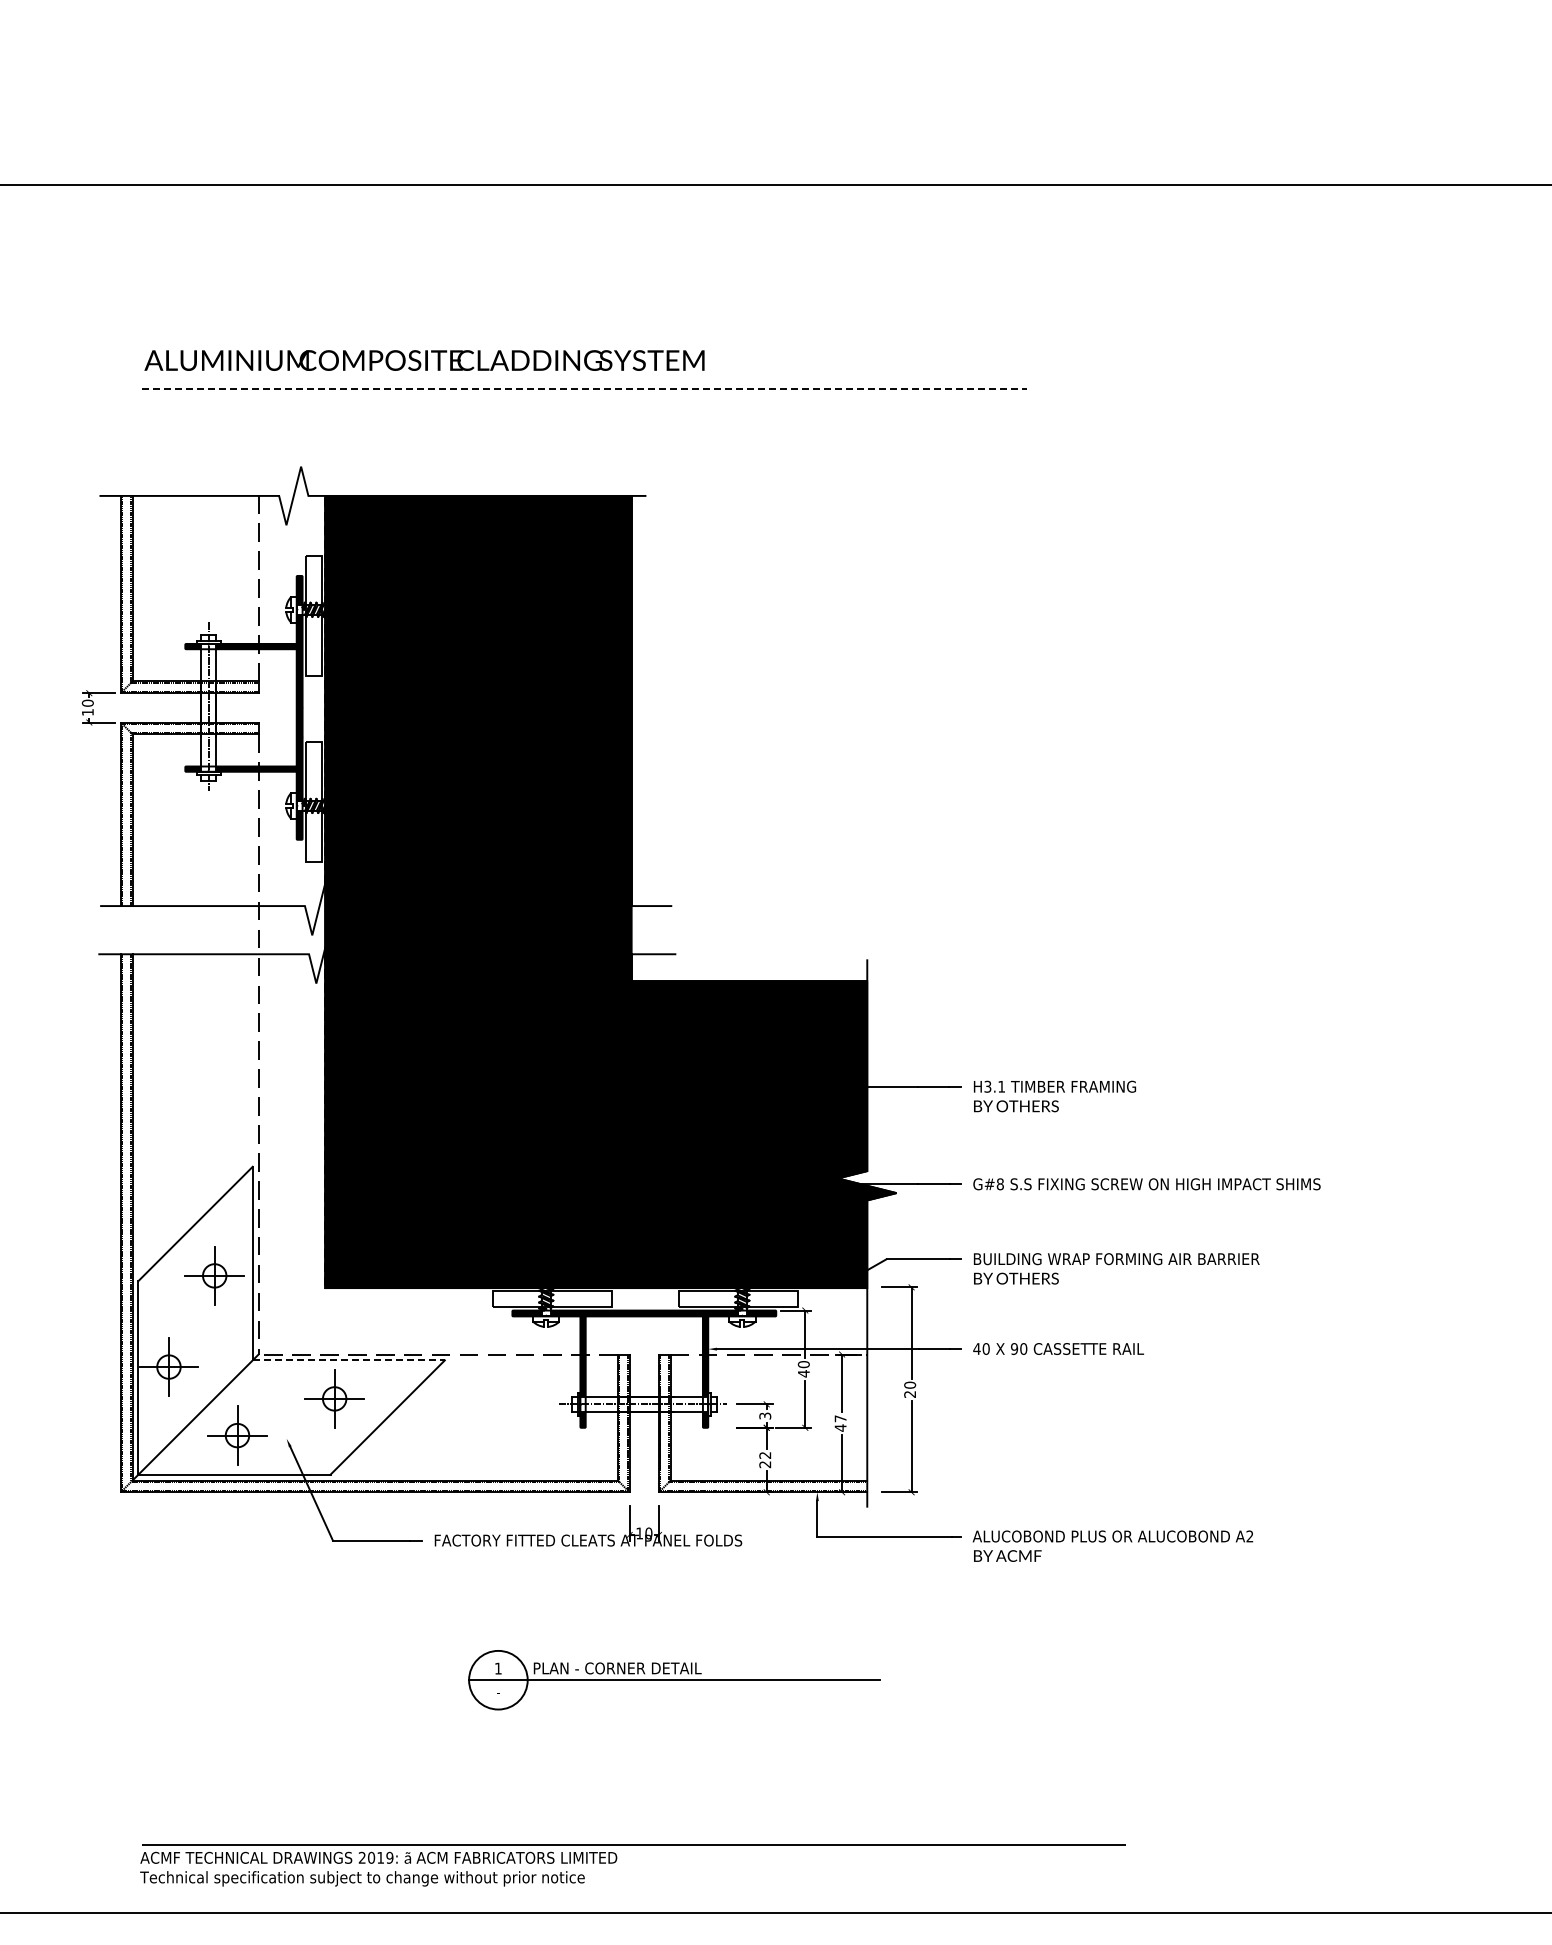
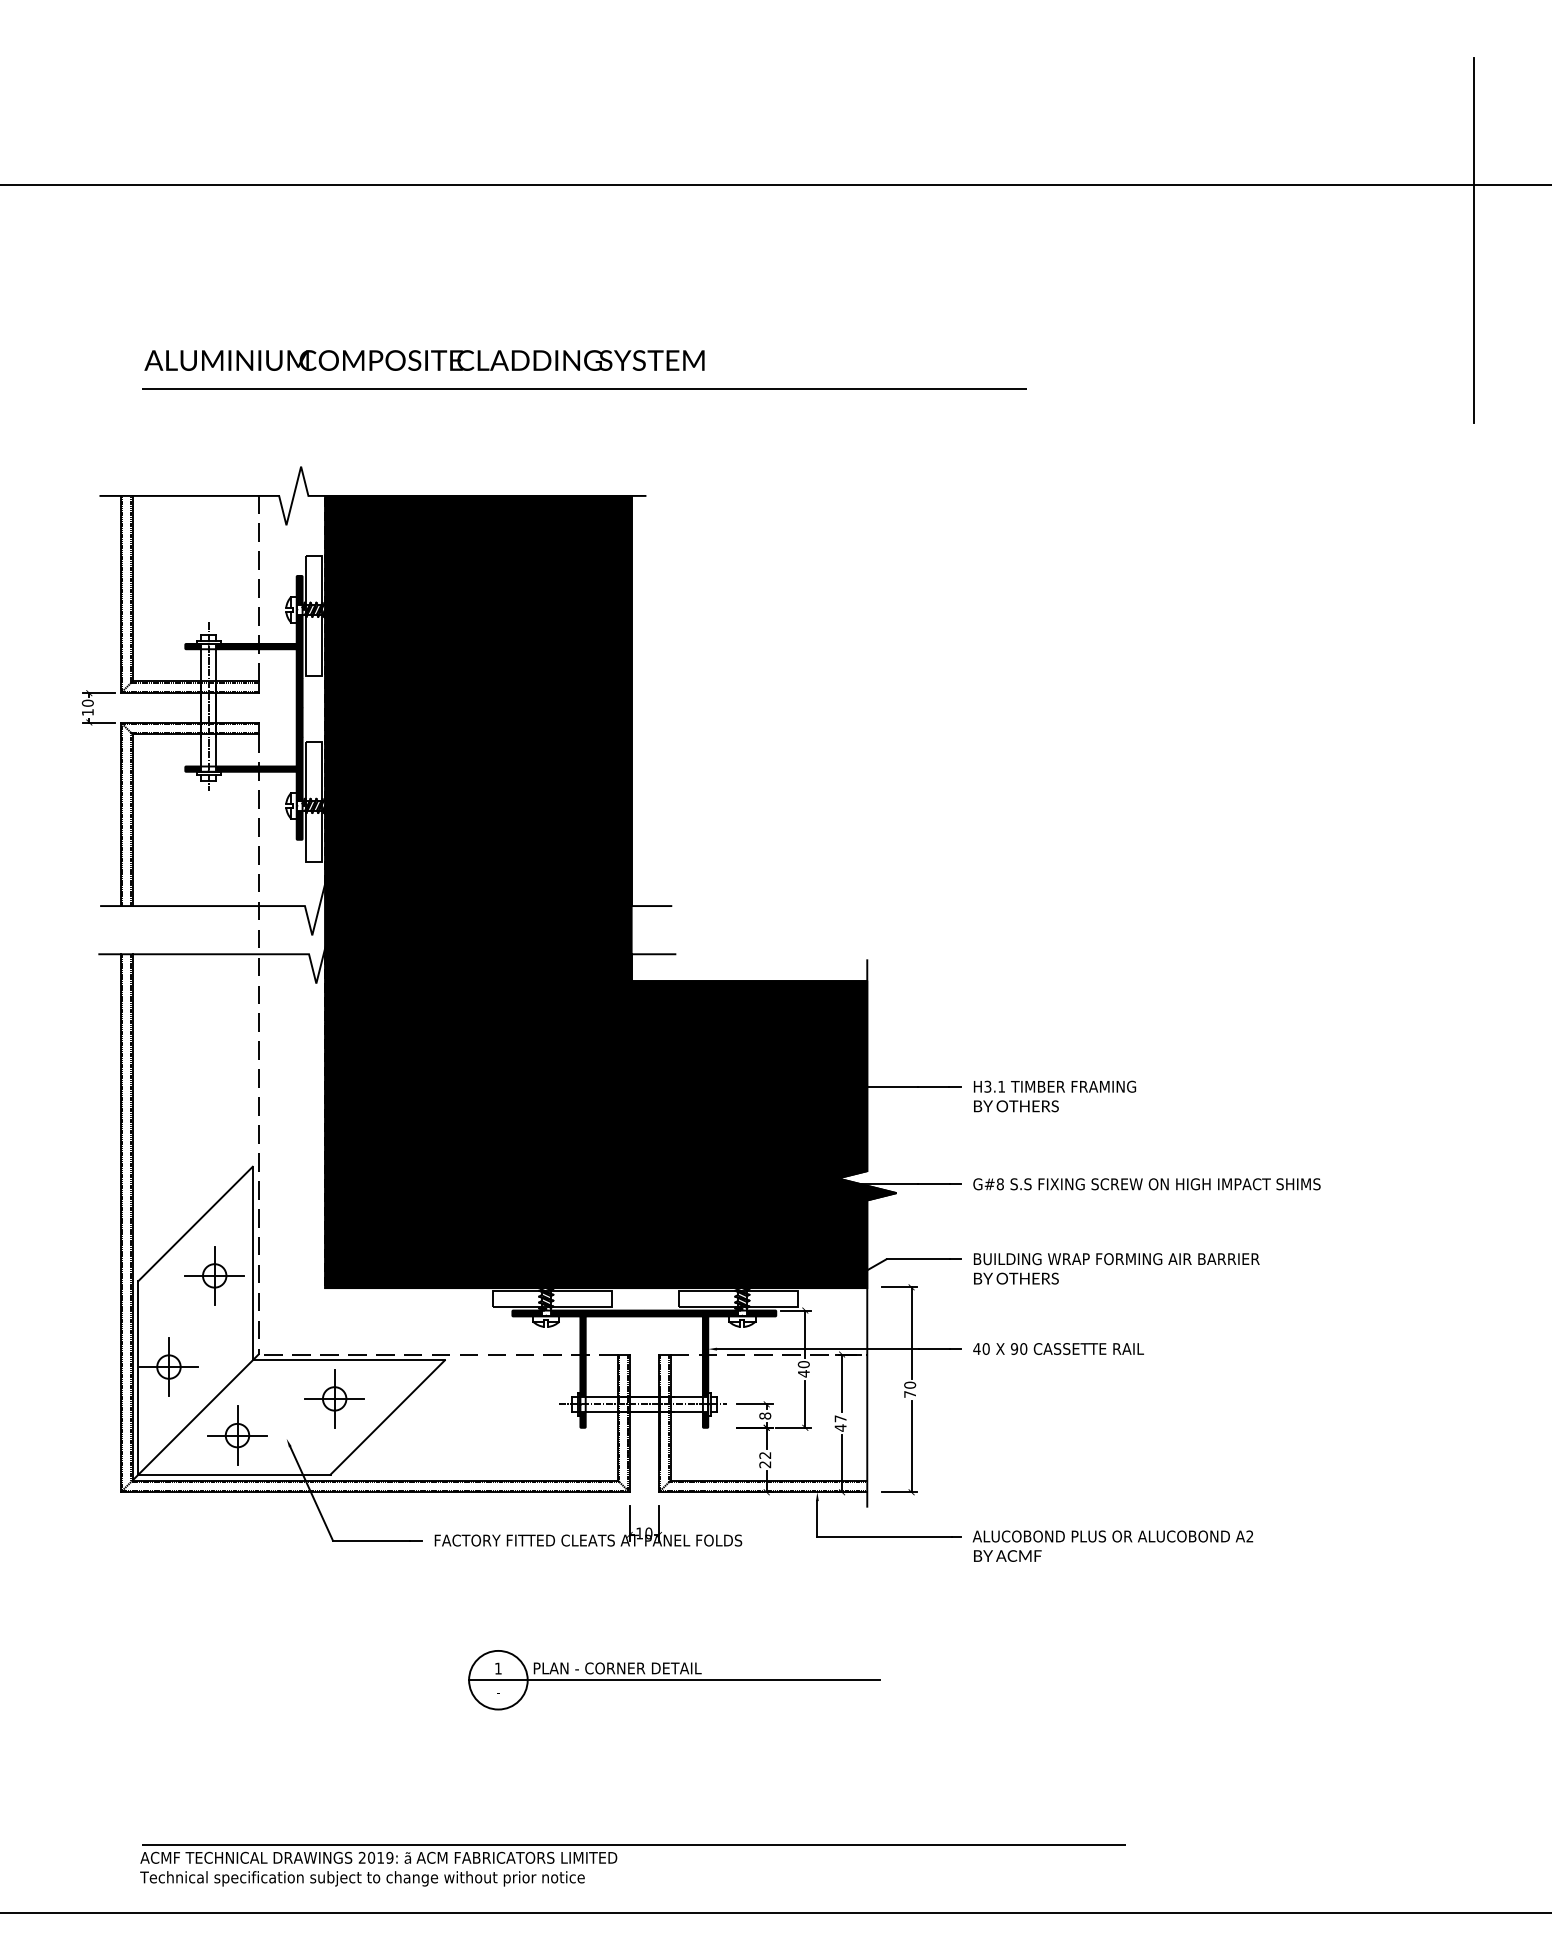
line at (1474, 240): none -> present
line at (584, 388): dashed -> solid
line at (349, 1360): dashed -> solid
text at (909, 1394): 20 -> 70
text at (765, 1415): 3 -> 8
